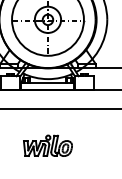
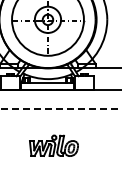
line at (61, 109): solid -> dashed
part at (47, 145) position: (47, 145) -> (53, 145)
